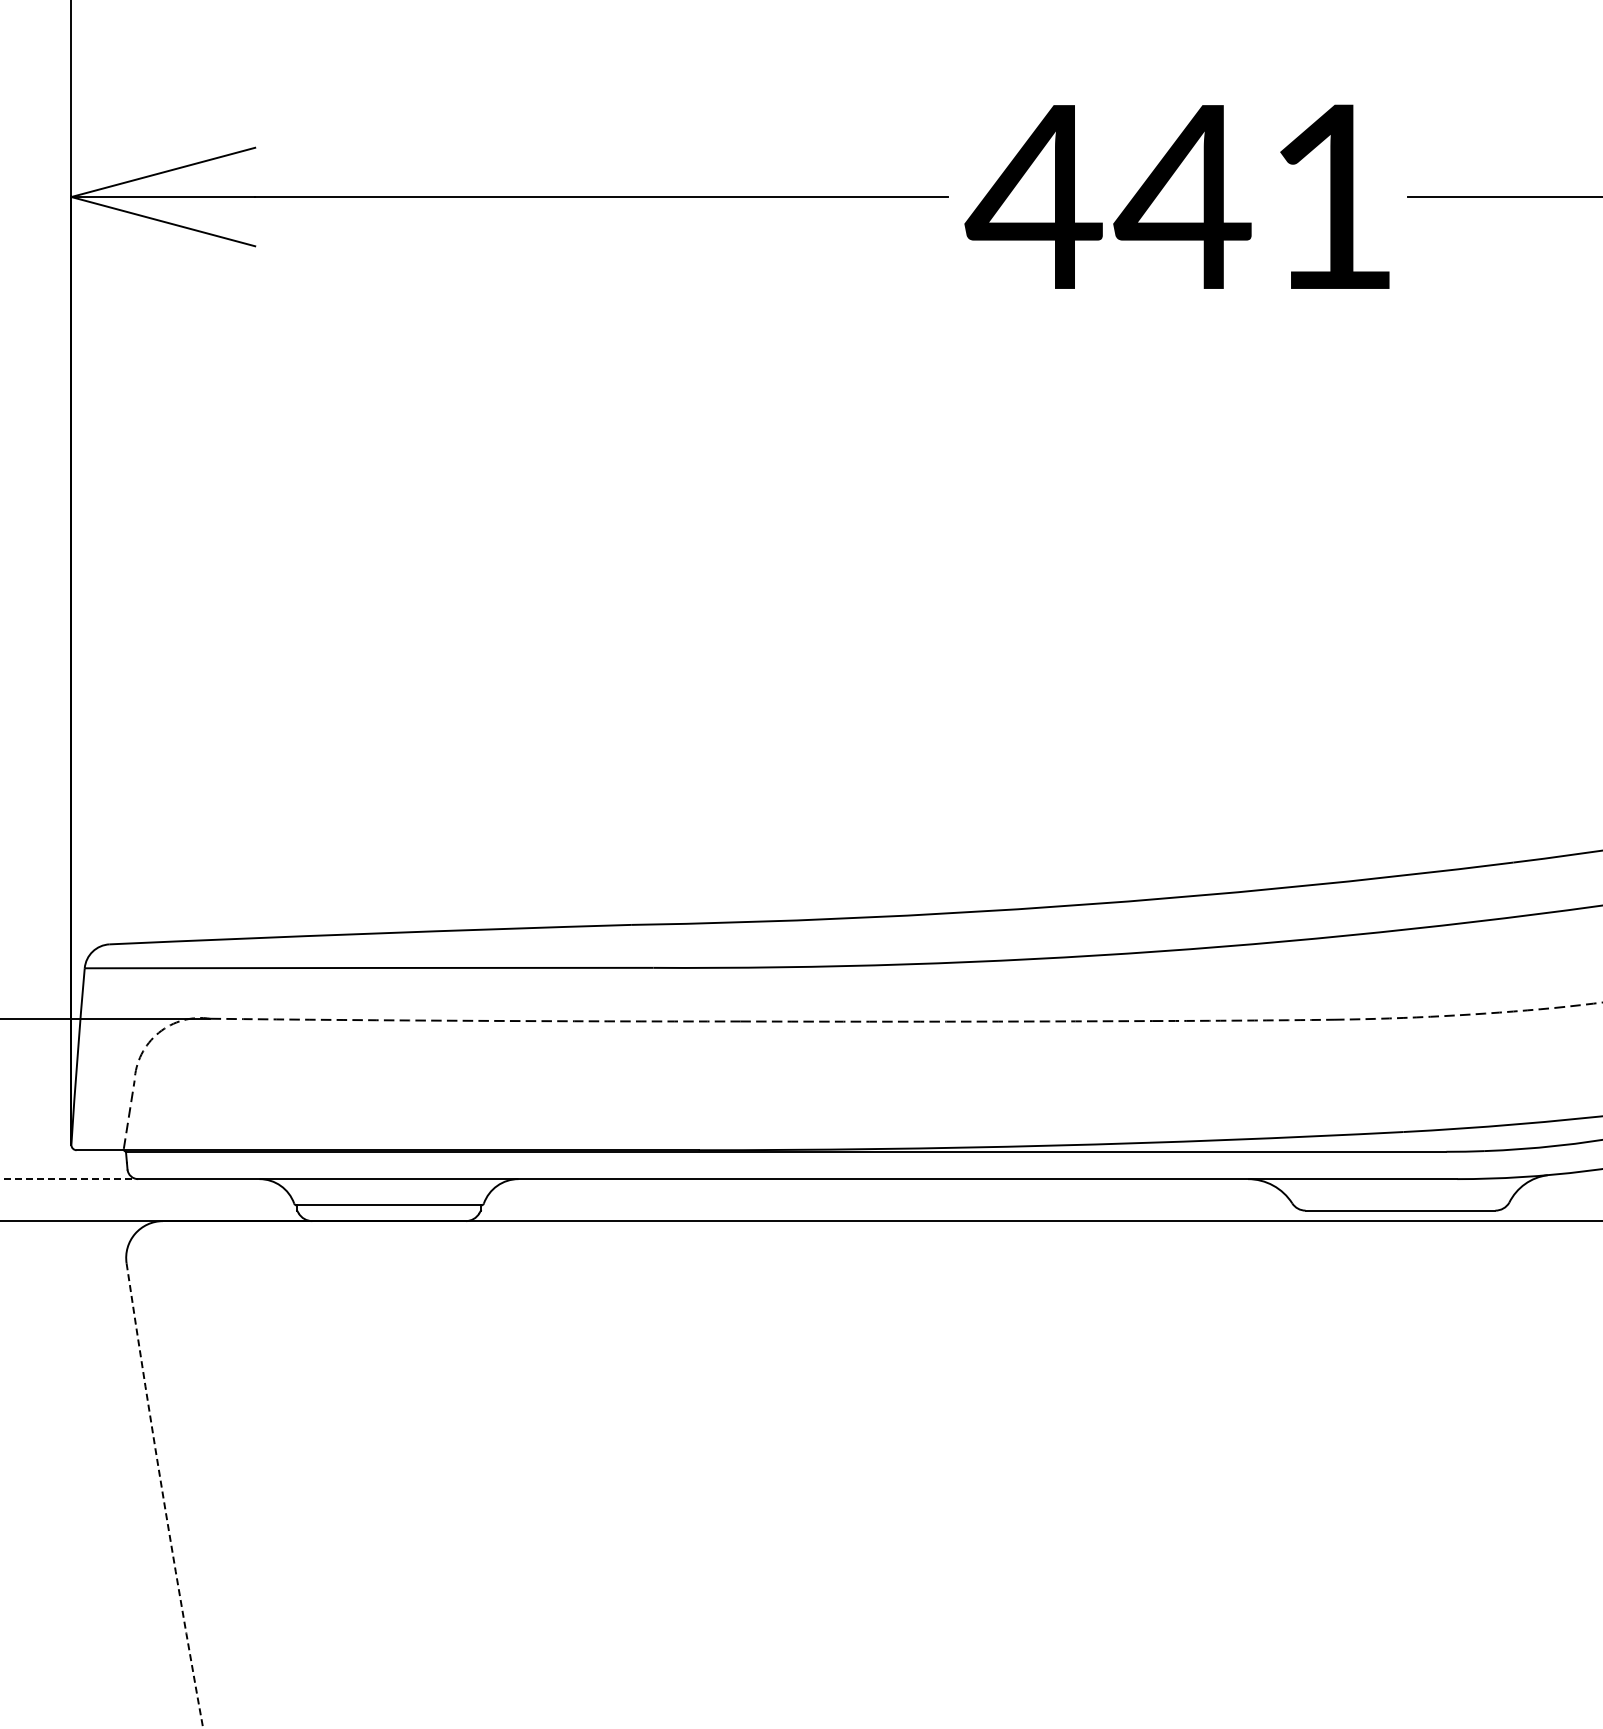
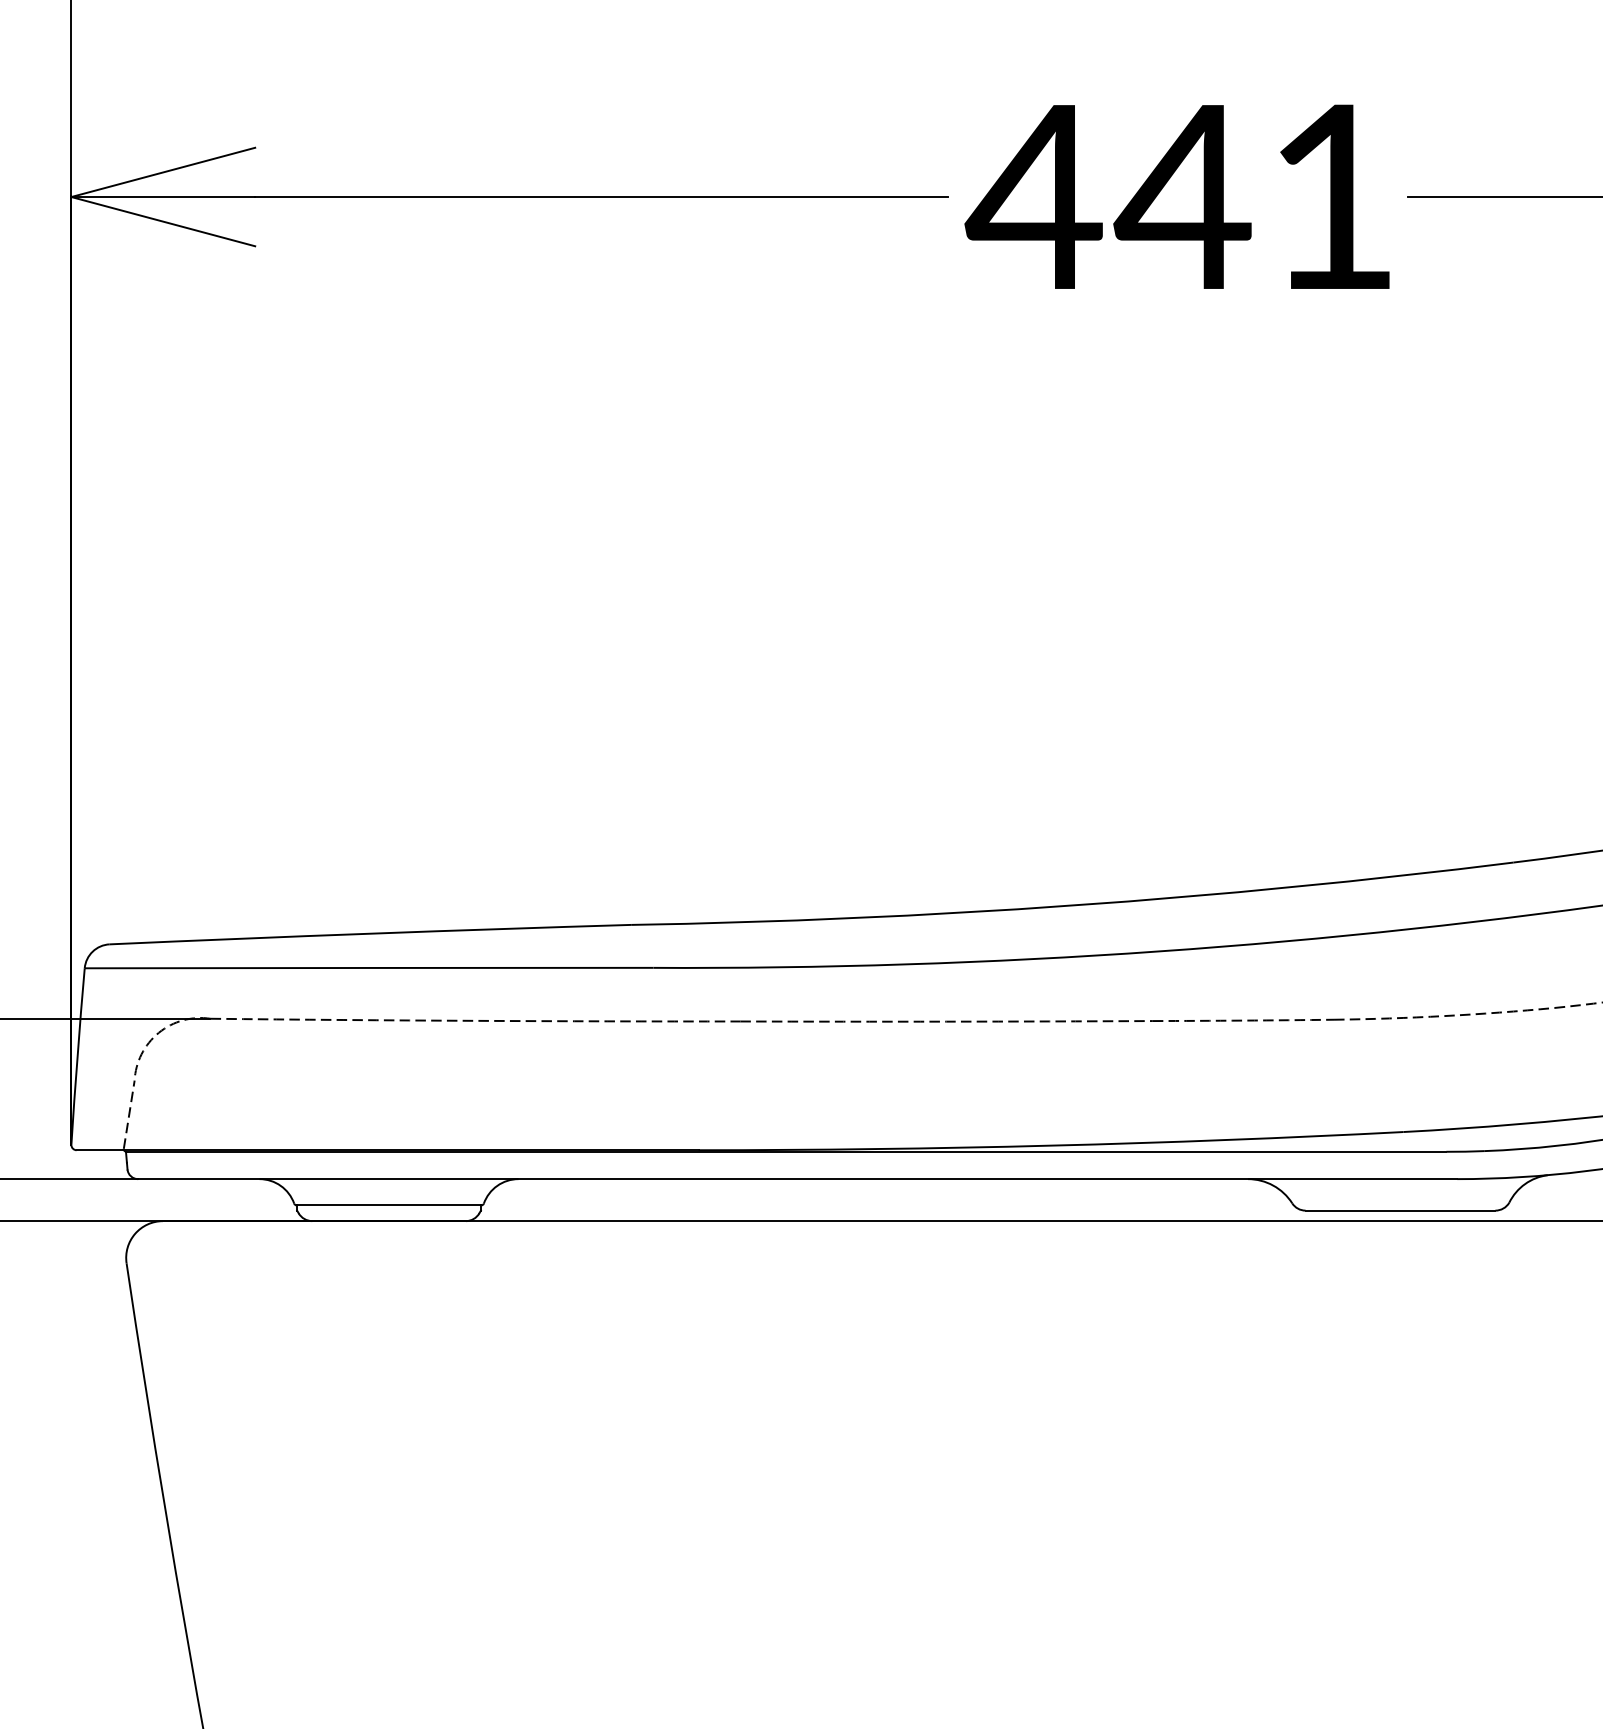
line at (69, 1179): dashed -> solid
arc at (163, 1497): dashed -> solid
